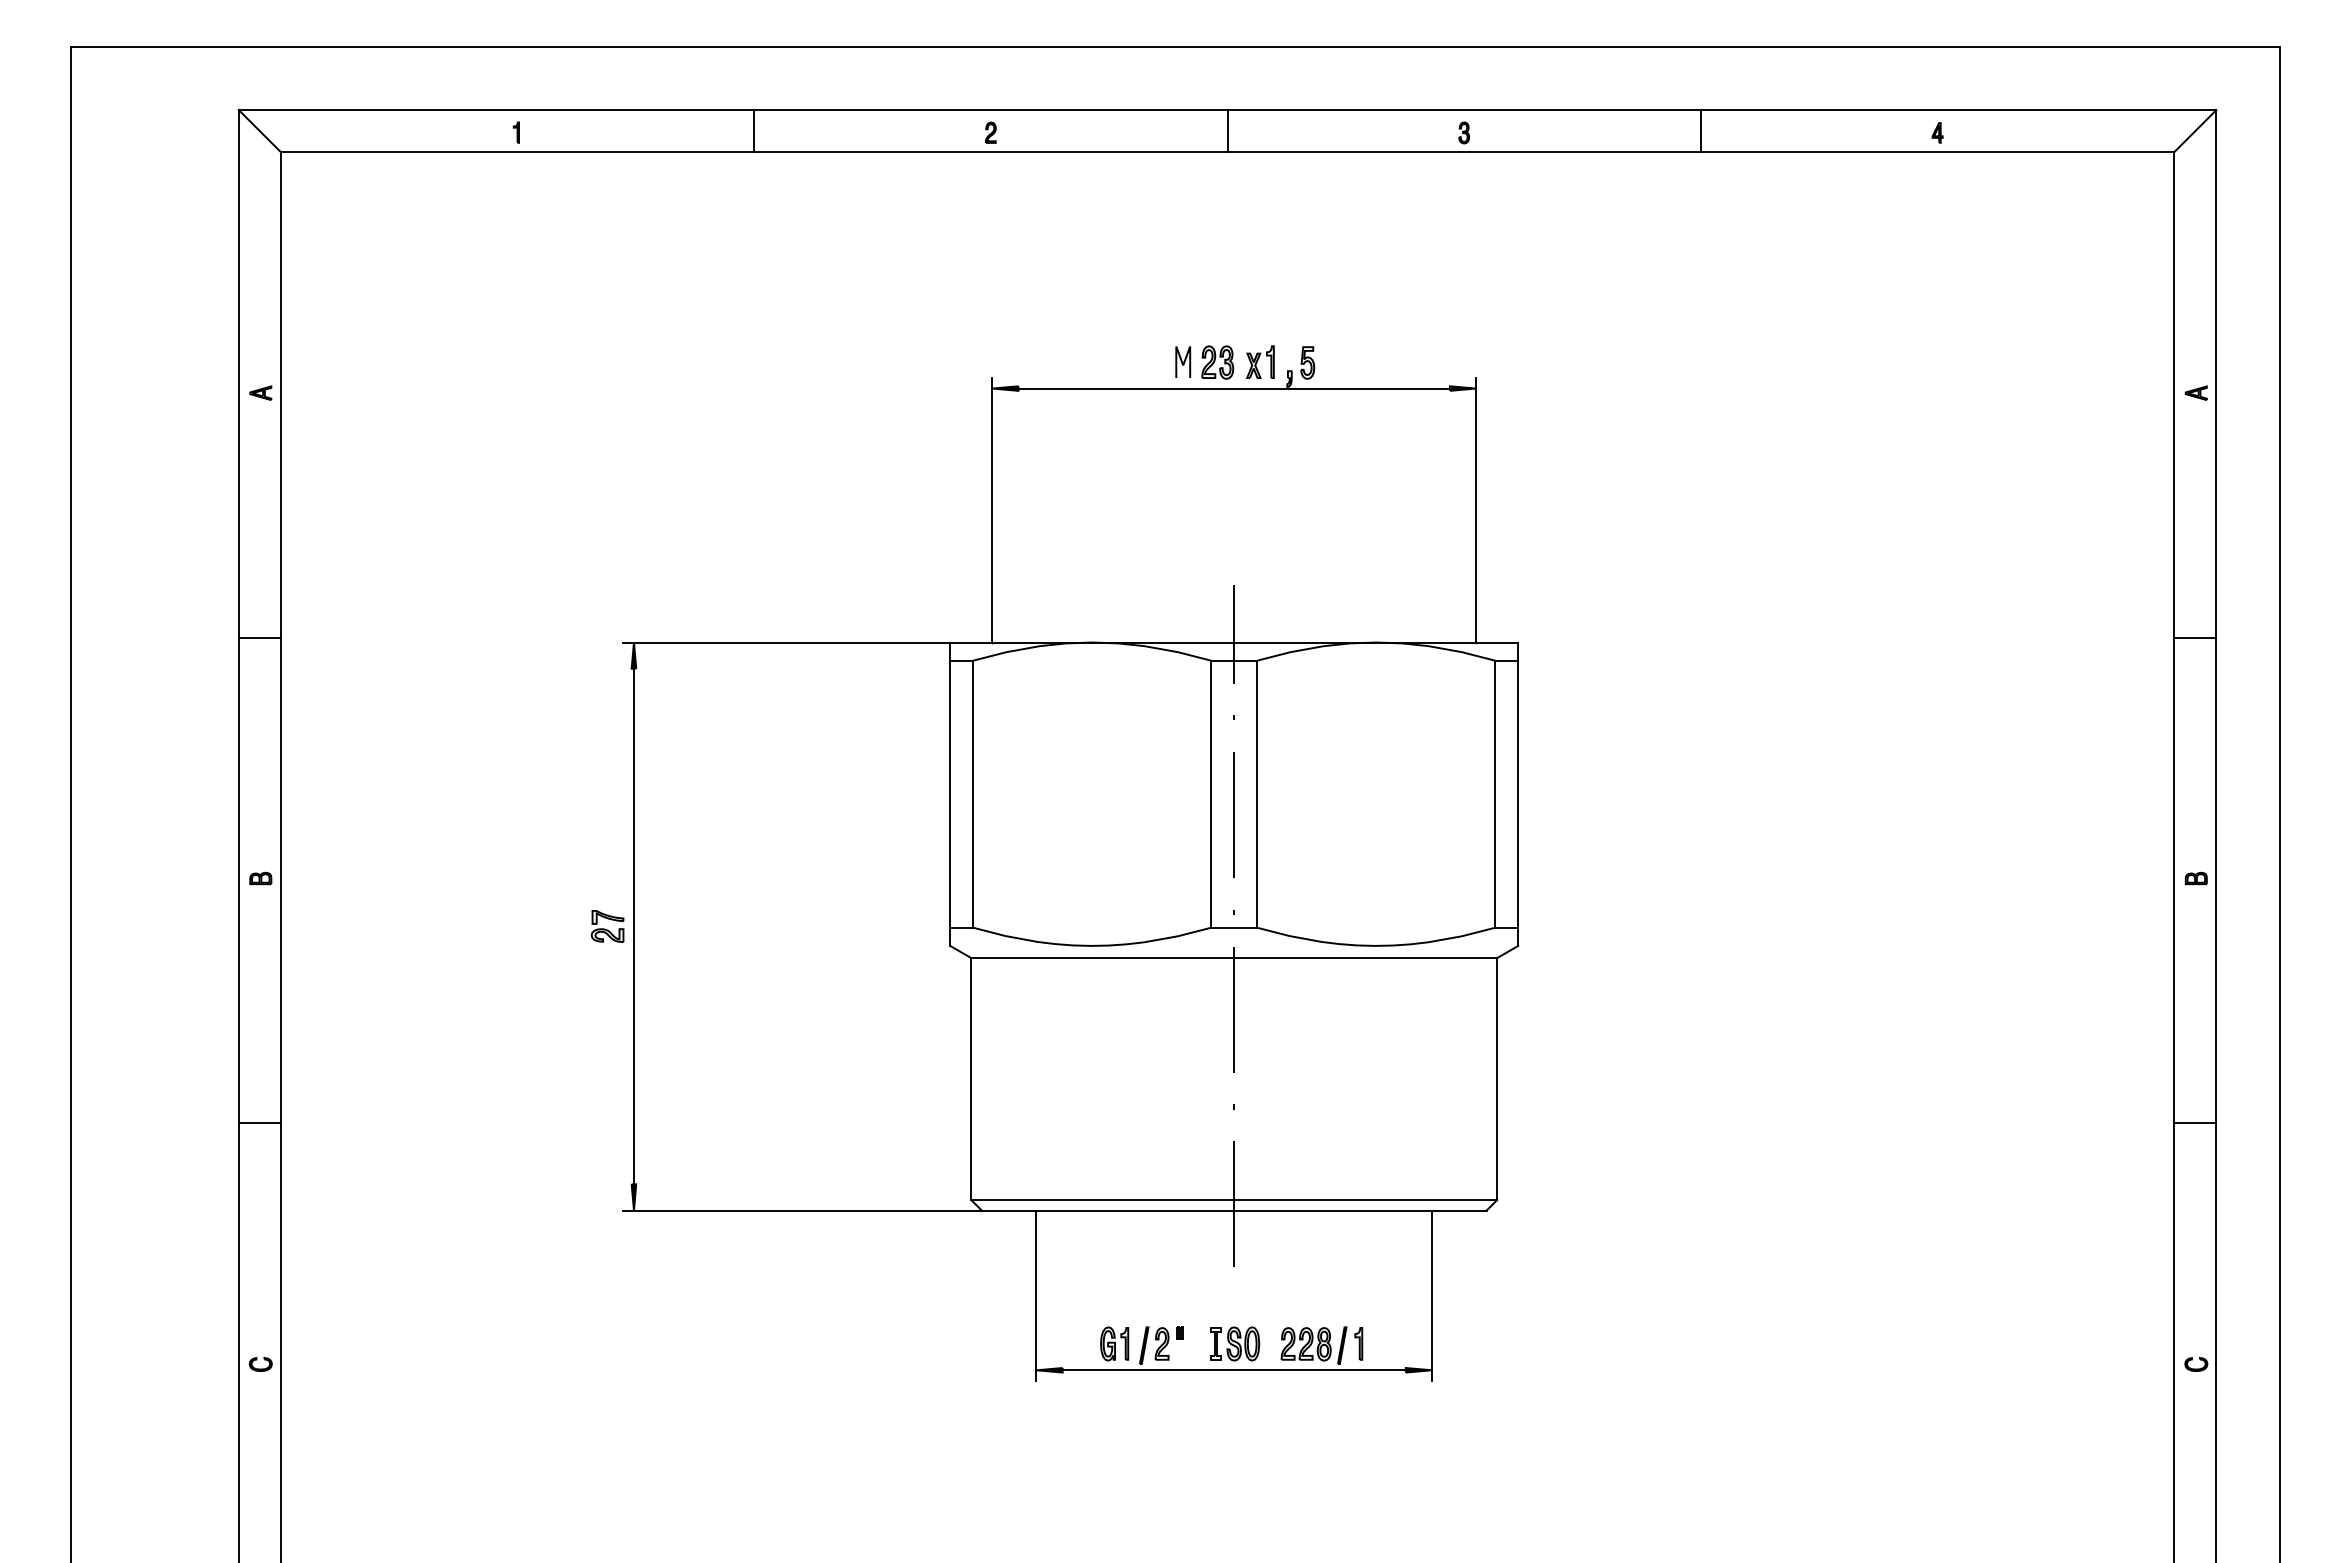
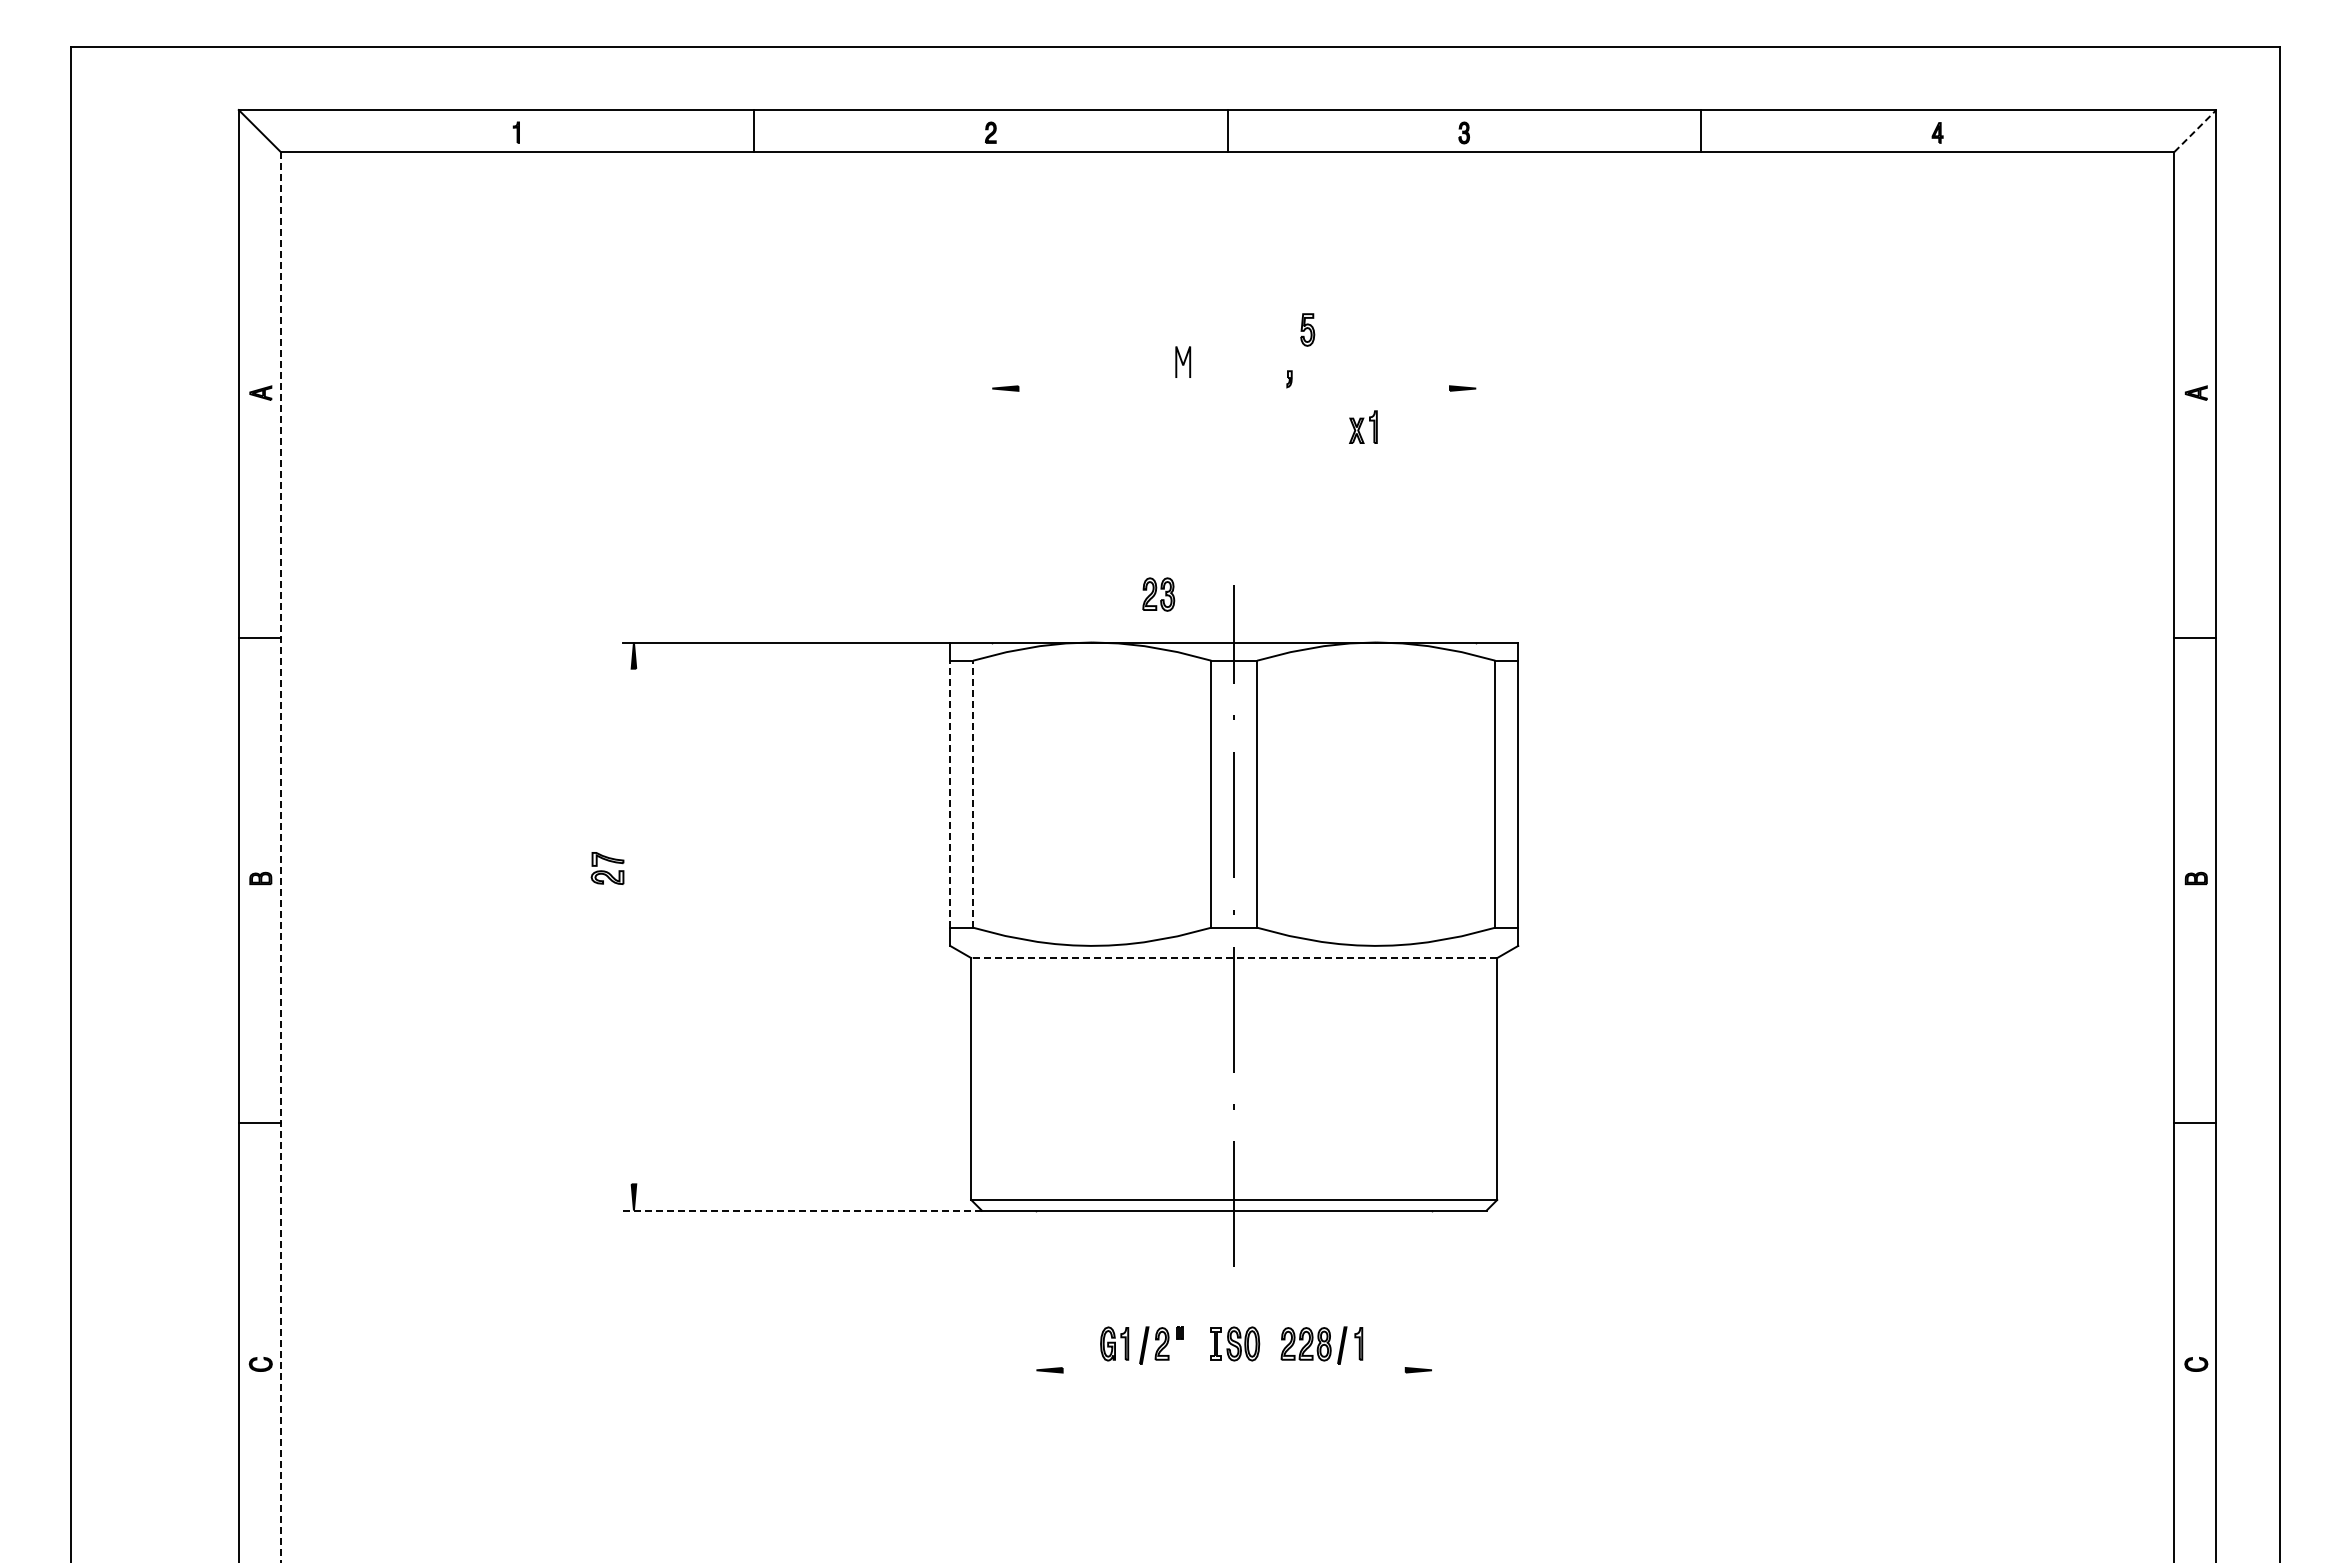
line at (2195, 131): solid -> dashed
part at (1260, 361) position: (1260, 361) -> (1363, 426)
part at (1217, 362) position: (1217, 362) -> (1158, 594)
part at (1307, 362) position: (1307, 362) -> (1307, 329)
line at (1233, 388): present -> none
line at (992, 510): present -> none
line at (1476, 510): present -> none
line at (950, 793): solid -> dashed
line at (973, 793): solid -> dashed
line at (280, 857): solid -> dashed
part at (607, 926) position: (607, 926) -> (607, 868)
line at (633, 926): present -> none
line at (1234, 958): solid -> dashed
line at (802, 1210): solid -> dashed
line at (1036, 1295): present -> none
line at (1431, 1295): present -> none
line at (1233, 1370): present -> none
